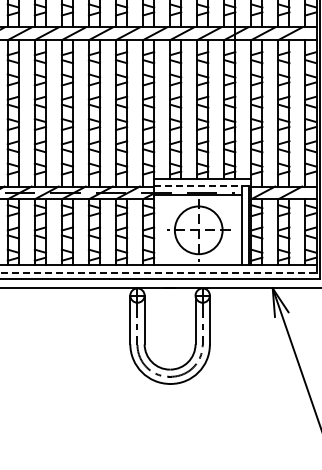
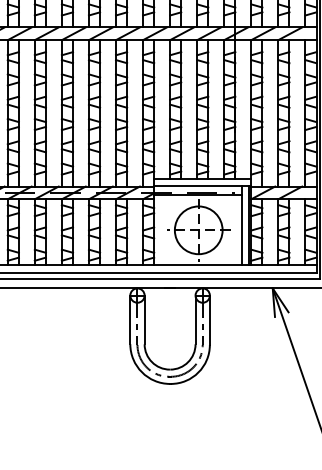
line at (202, 185): dashed -> solid
line at (158, 272): dashed -> solid
